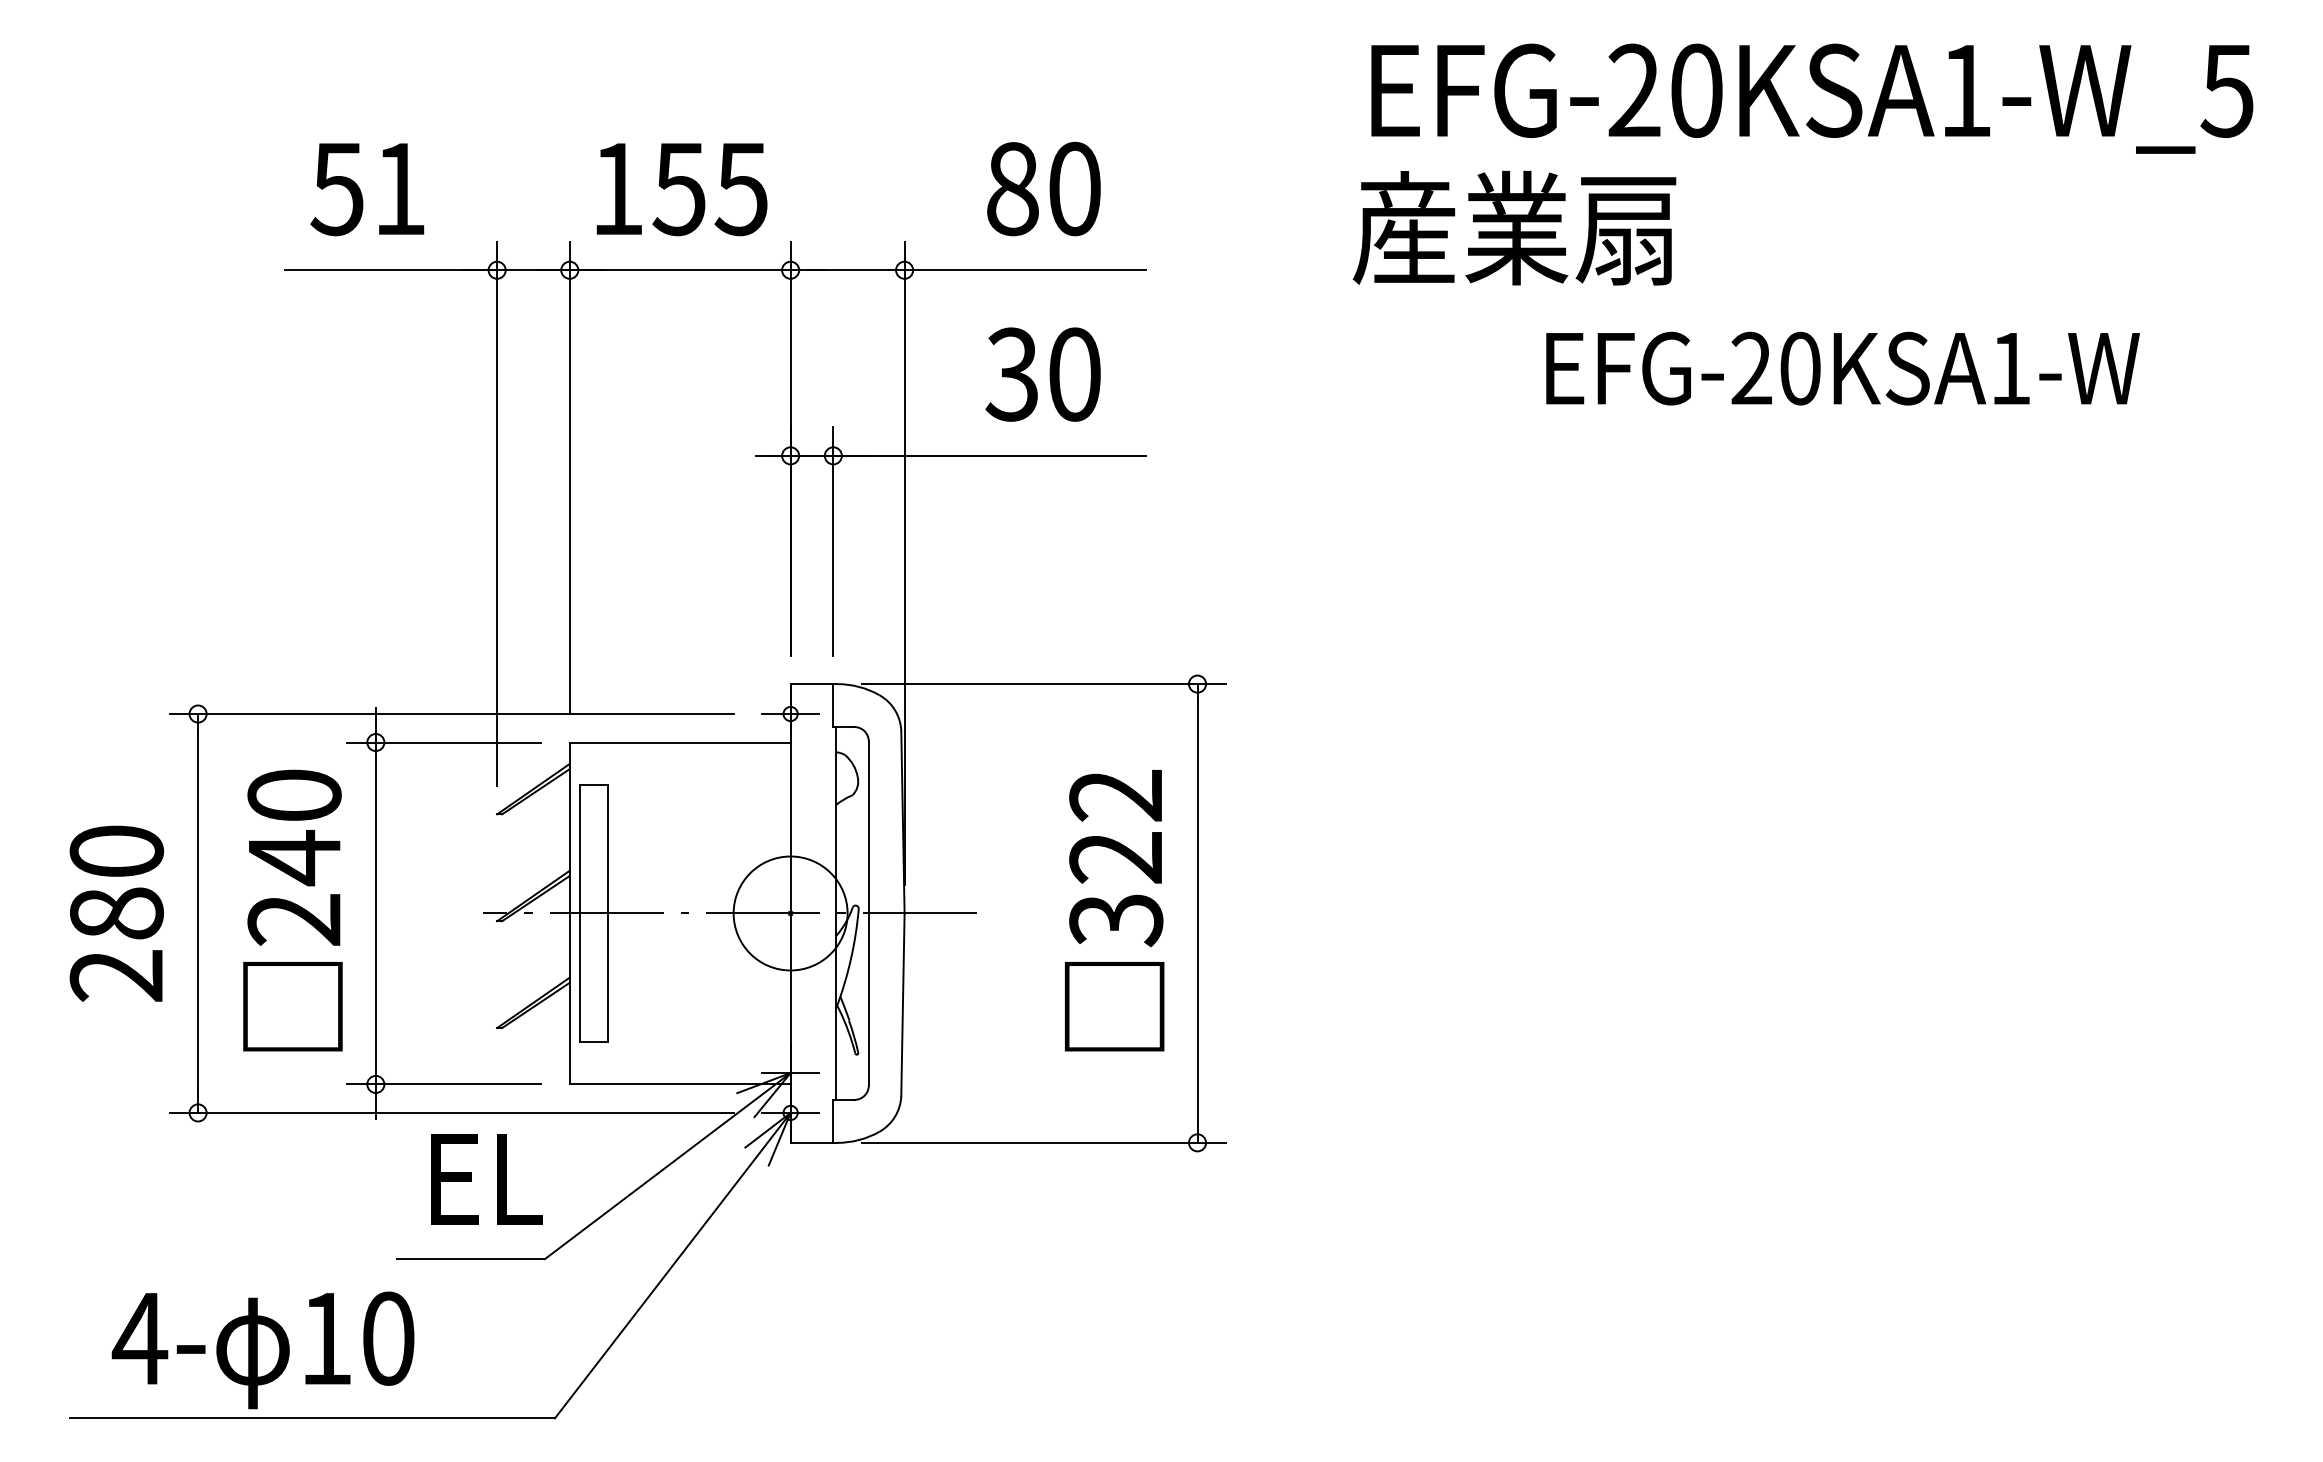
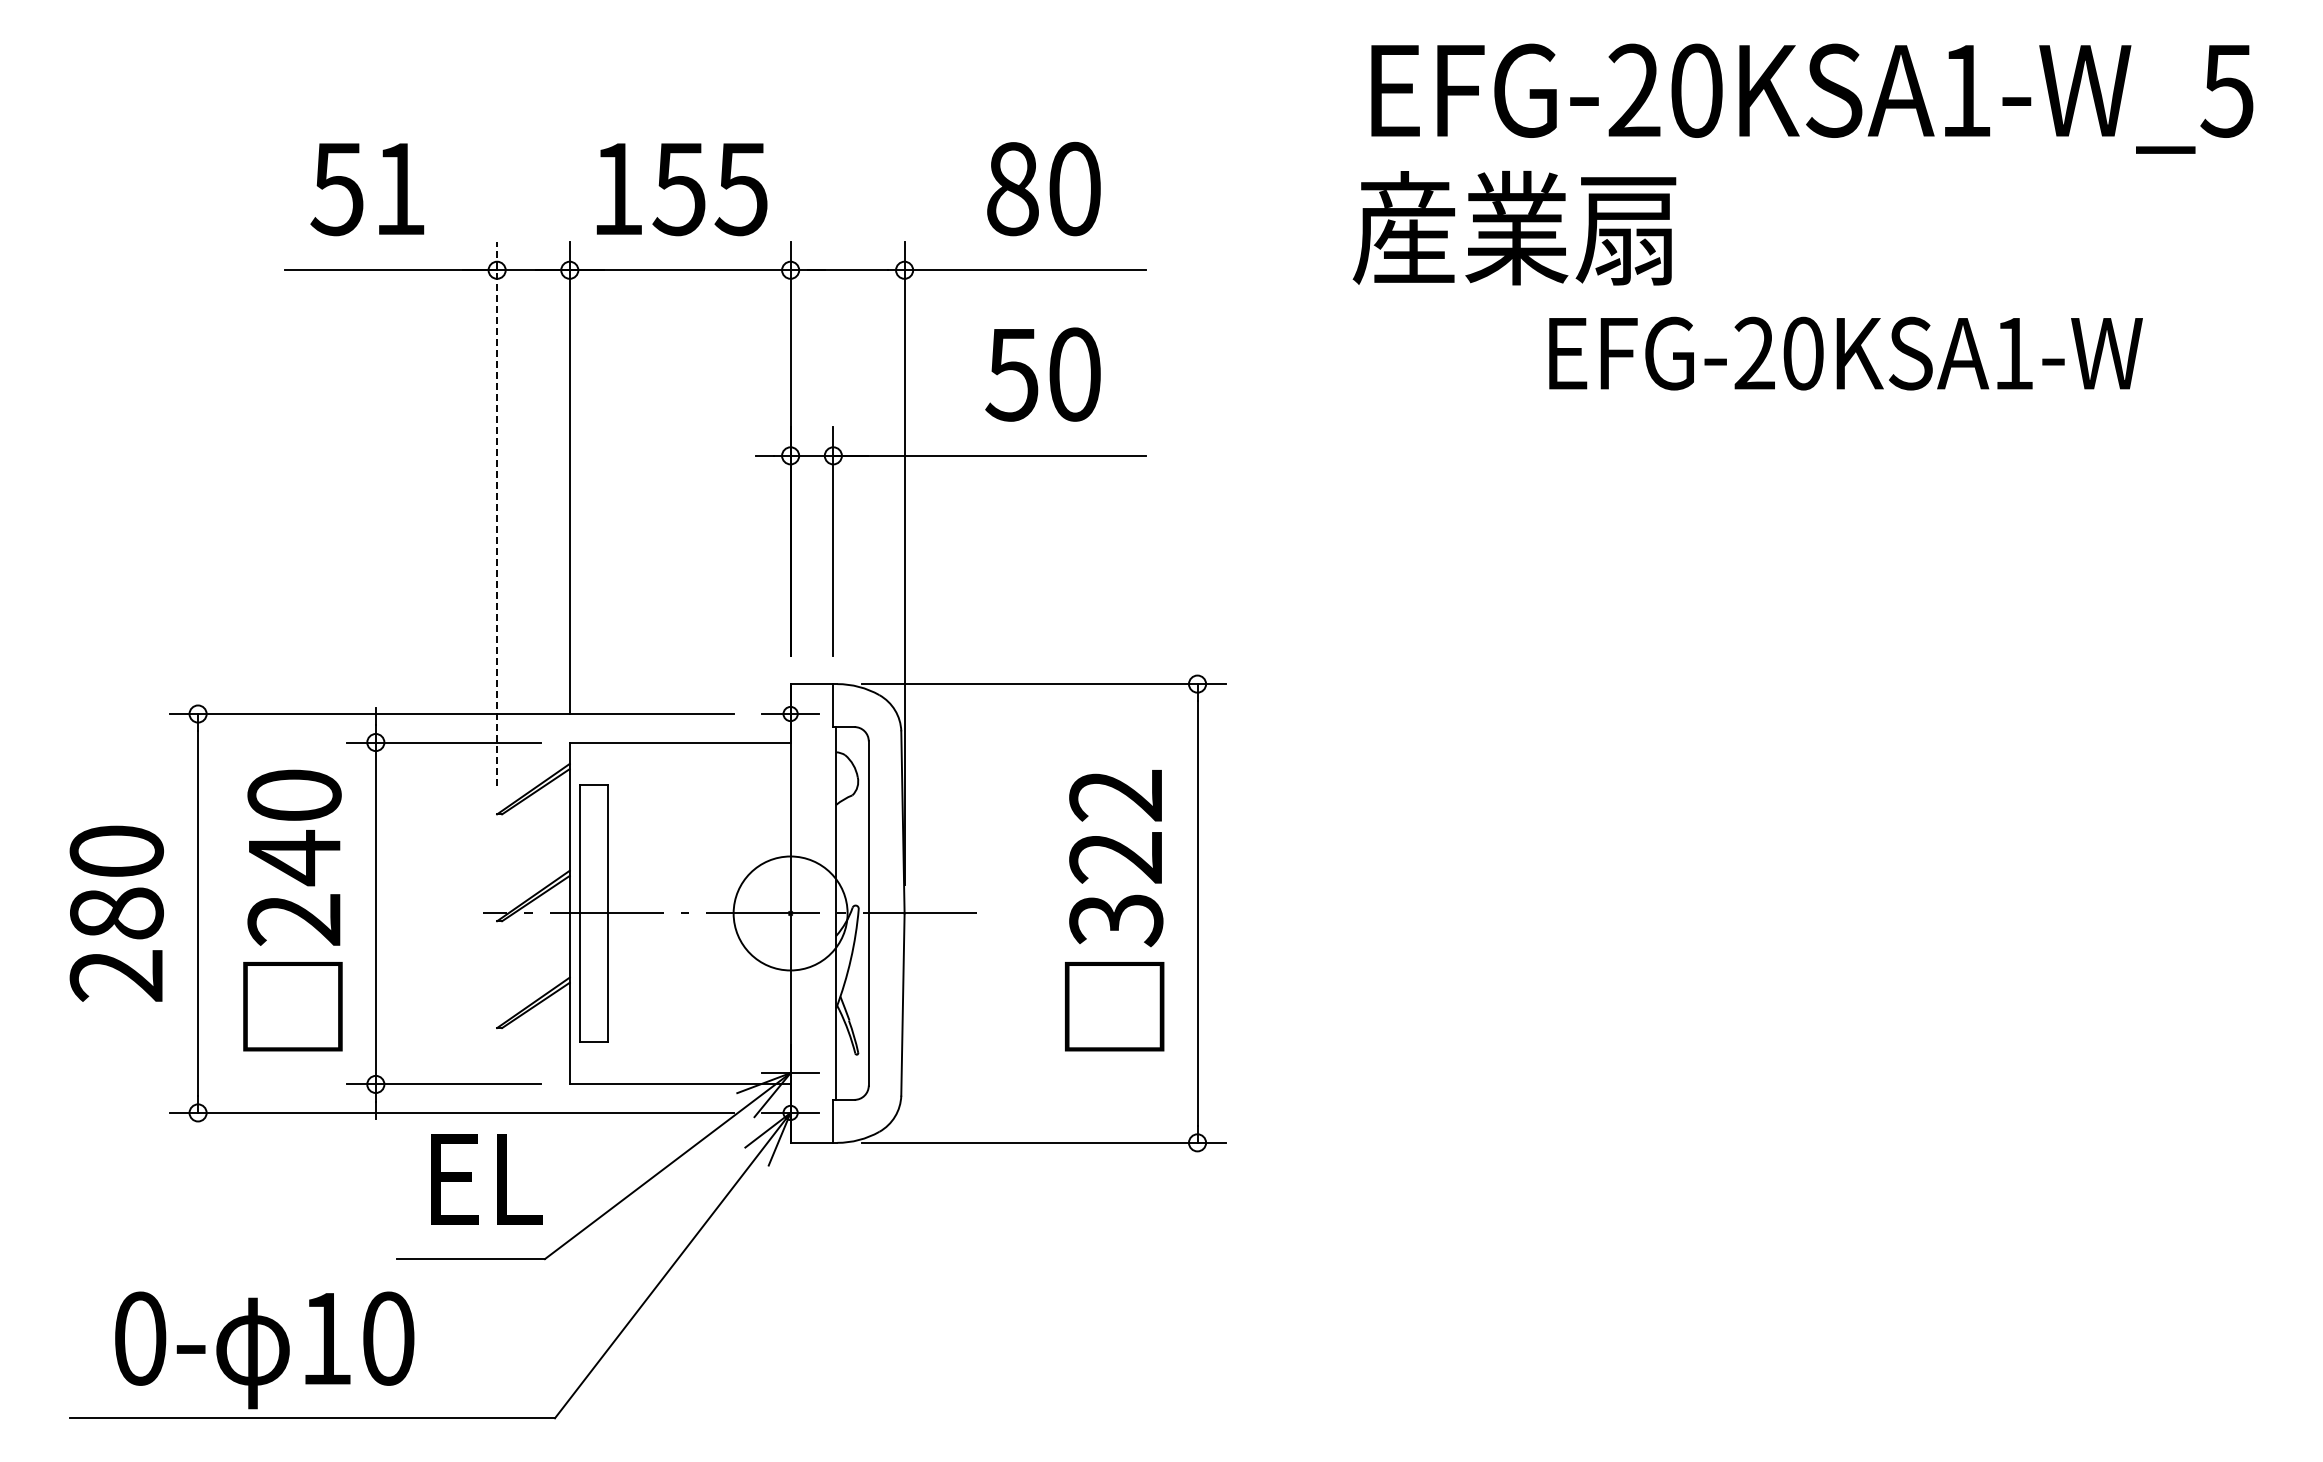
text at (1842, 368) position: (1842, 368) -> (1845, 353)
text at (1011, 374): 30 -> 50
line at (497, 513): solid -> dashed
text at (139, 1338): 4- -> 0-
